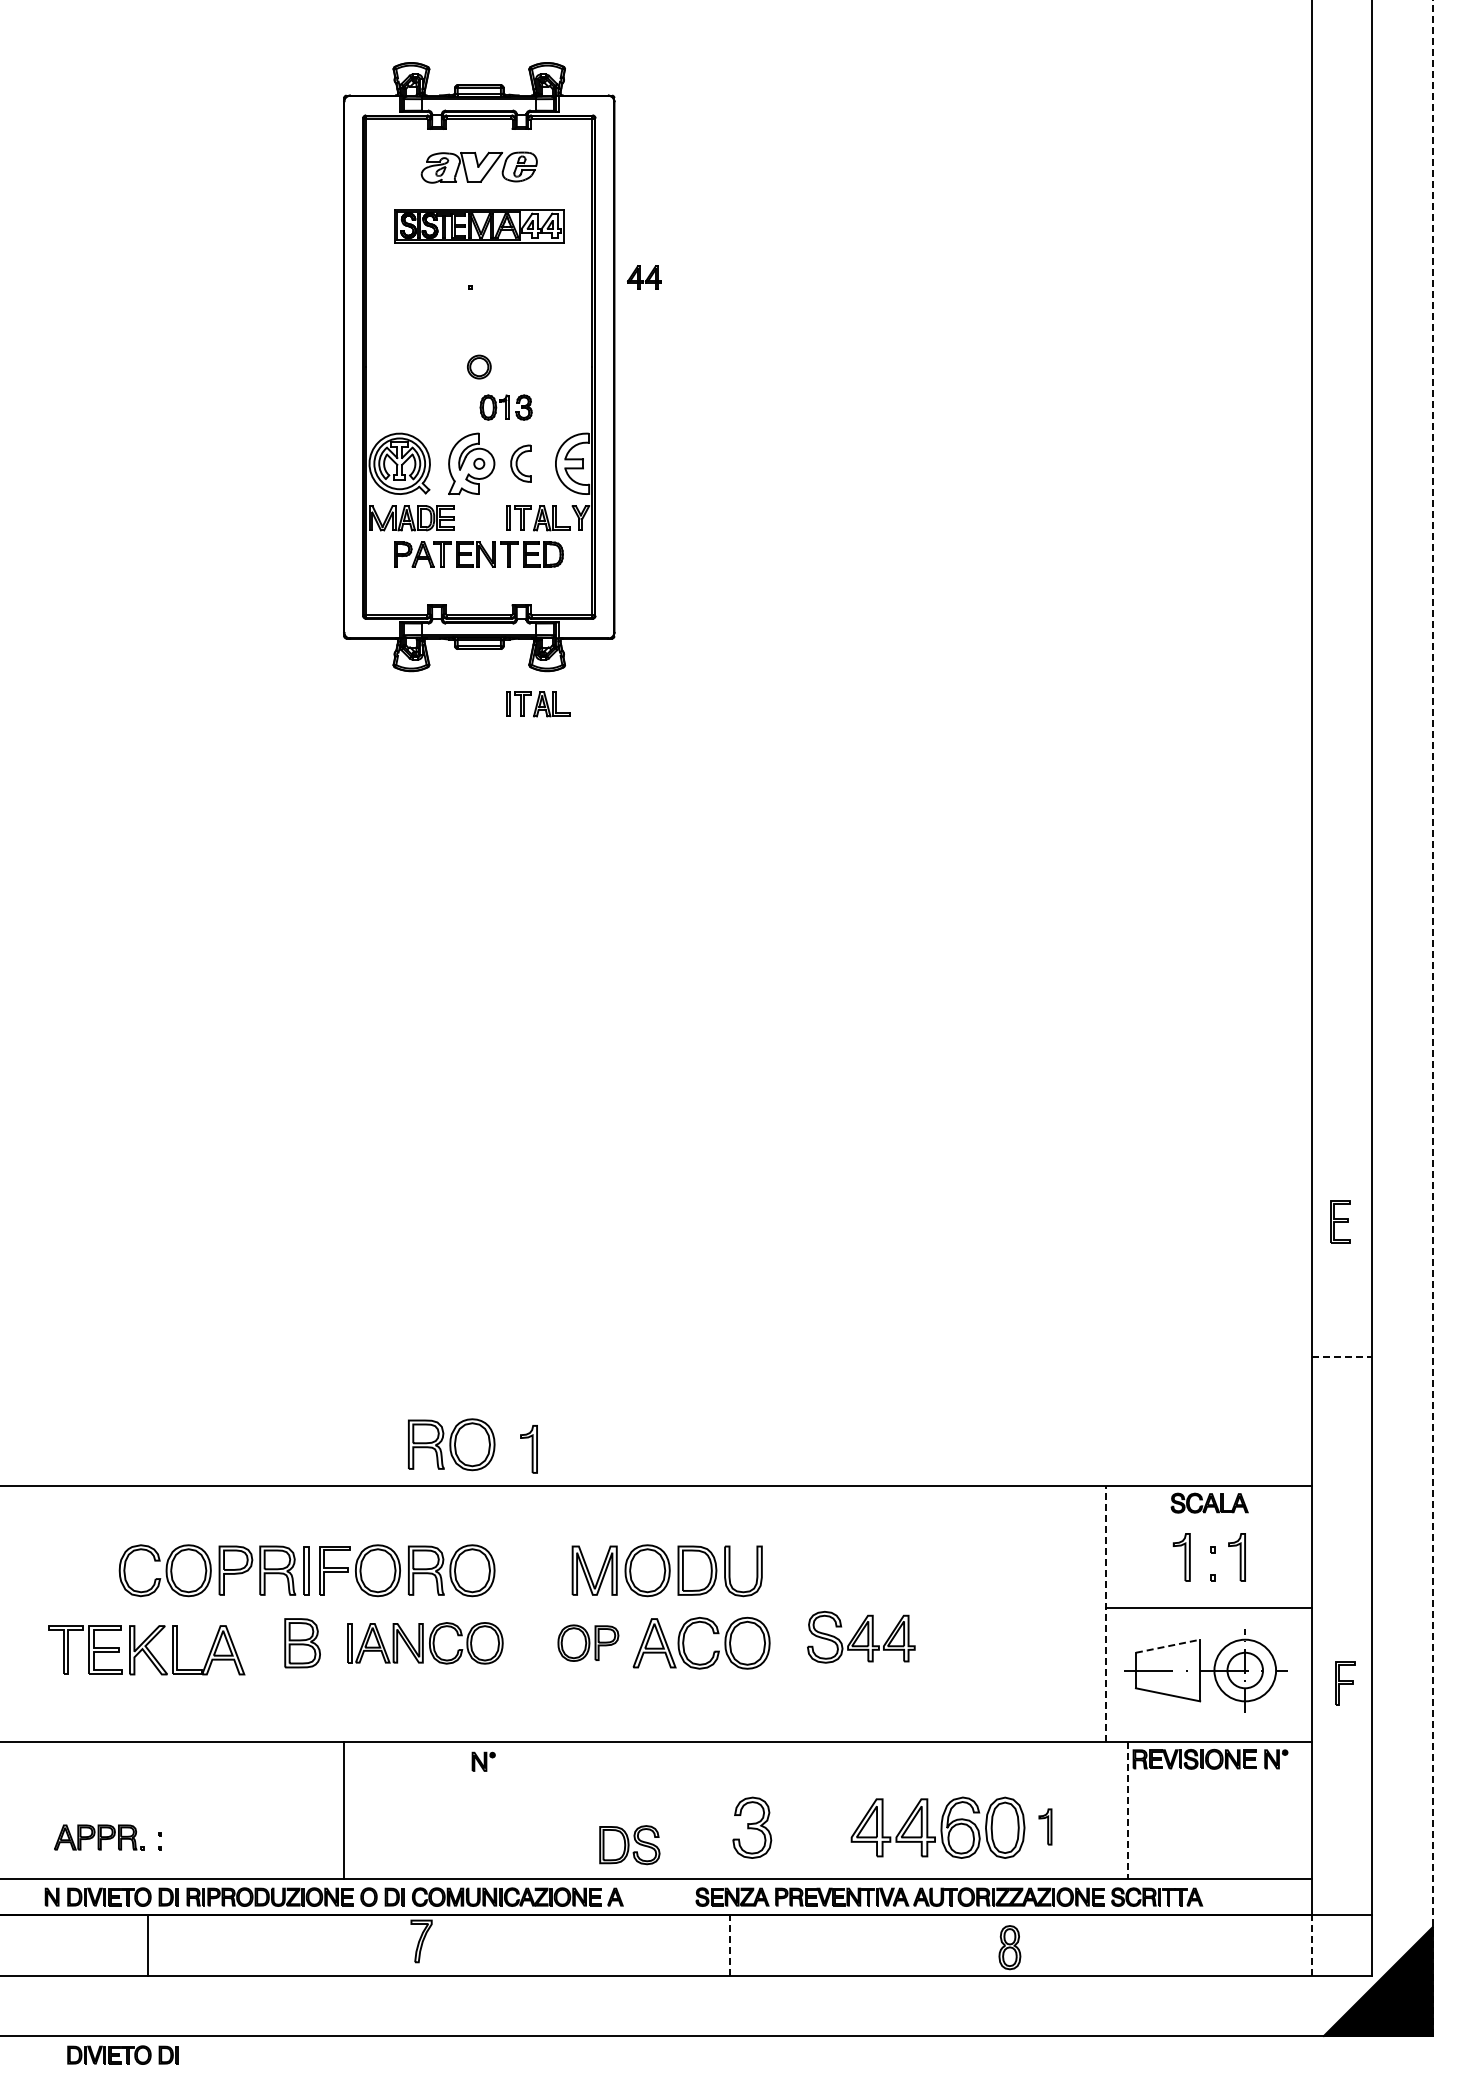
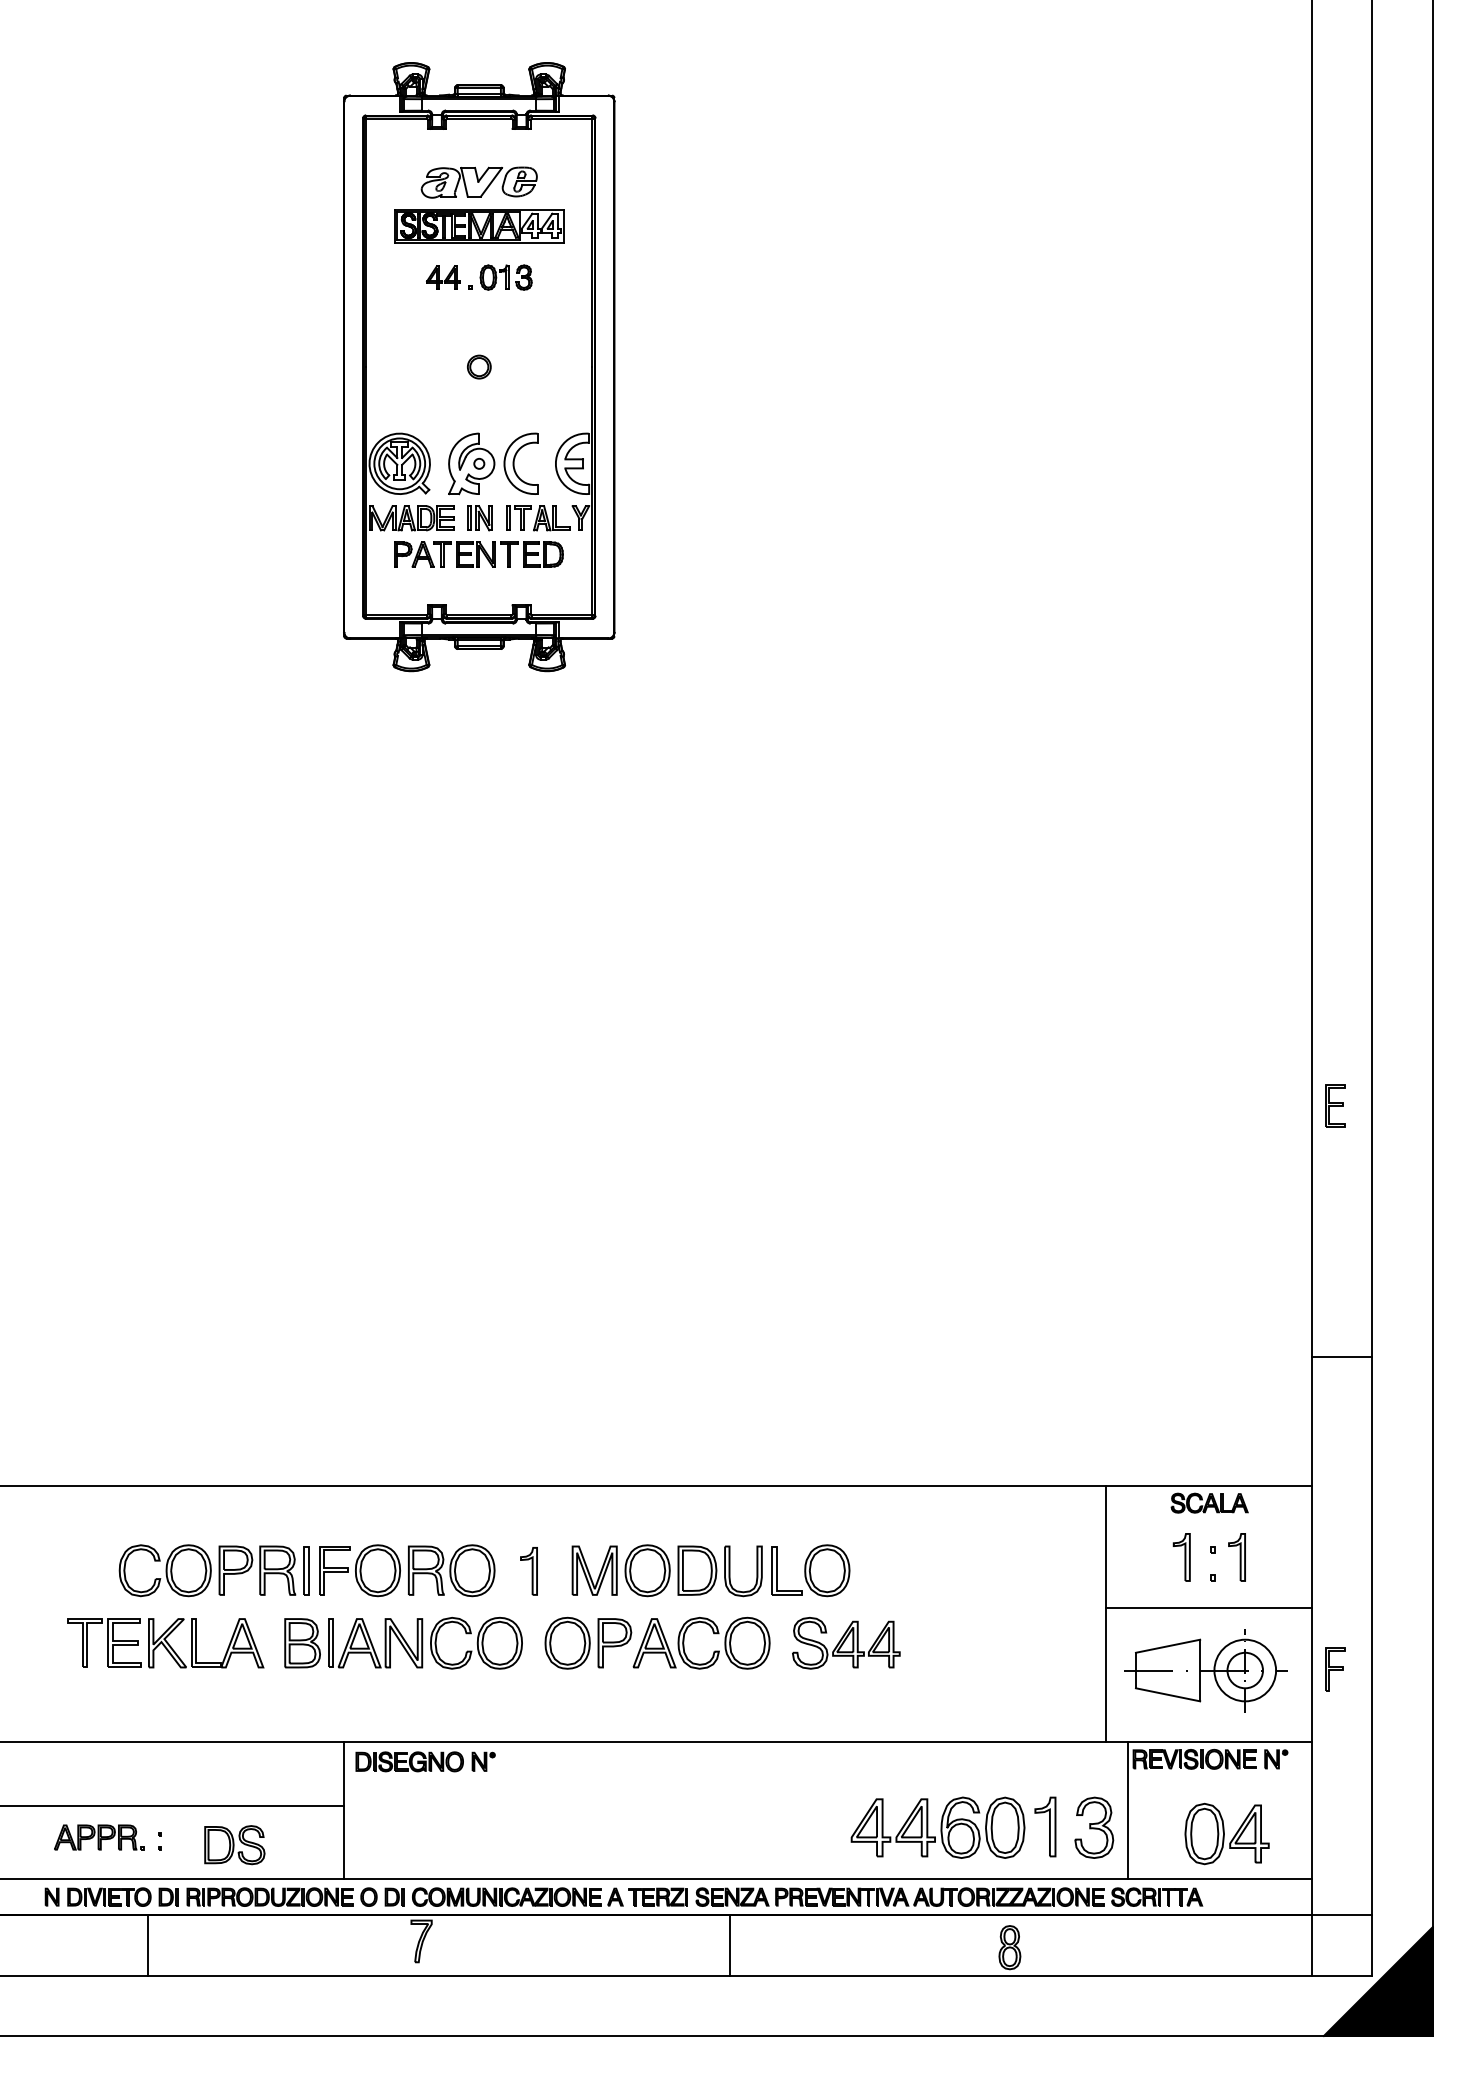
part at (478, 167) position: (478, 167) -> (478, 182)
part at (644, 277) position: (644, 277) -> (443, 277)
part at (505, 407) position: (505, 407) -> (505, 277)
part at (520, 463) size: 22x39 px -> 36x63 px
part at (479, 518): none -> present
part at (538, 704): present -> none
line at (1432, 1018): dashed -> solid
part at (1340, 1221) position: (1340, 1221) -> (1335, 1105)
line at (1342, 1356): dashed -> solid
part at (451, 1444): present -> none
part at (528, 1449) position: (528, 1449) -> (528, 1571)
part at (810, 1570): none -> present
line at (1106, 1613): dashed -> solid
part at (861, 1637) position: (861, 1637) -> (846, 1643)
part at (588, 1642) size: 63x38 px -> 89x54 px
part at (425, 1643) size: 157x43 px -> 195x53 px
line at (1168, 1646): dashed -> solid
part at (146, 1650) position: (146, 1650) -> (165, 1643)
part at (1345, 1683) position: (1345, 1683) -> (1335, 1669)
part at (409, 1761): none -> present
line at (173, 1806): none -> present
line at (1127, 1810): dashed -> solid
part at (1045, 1826) size: 15x38 px -> 23x62 px
part at (752, 1827) position: (752, 1827) -> (1094, 1827)
part at (1226, 1833): none -> present
part at (629, 1845) position: (629, 1845) -> (234, 1845)
part at (657, 1896): none -> present
line at (729, 1944): dashed -> solid
line at (1311, 1944): dashed -> solid
part at (122, 2054): present -> none
